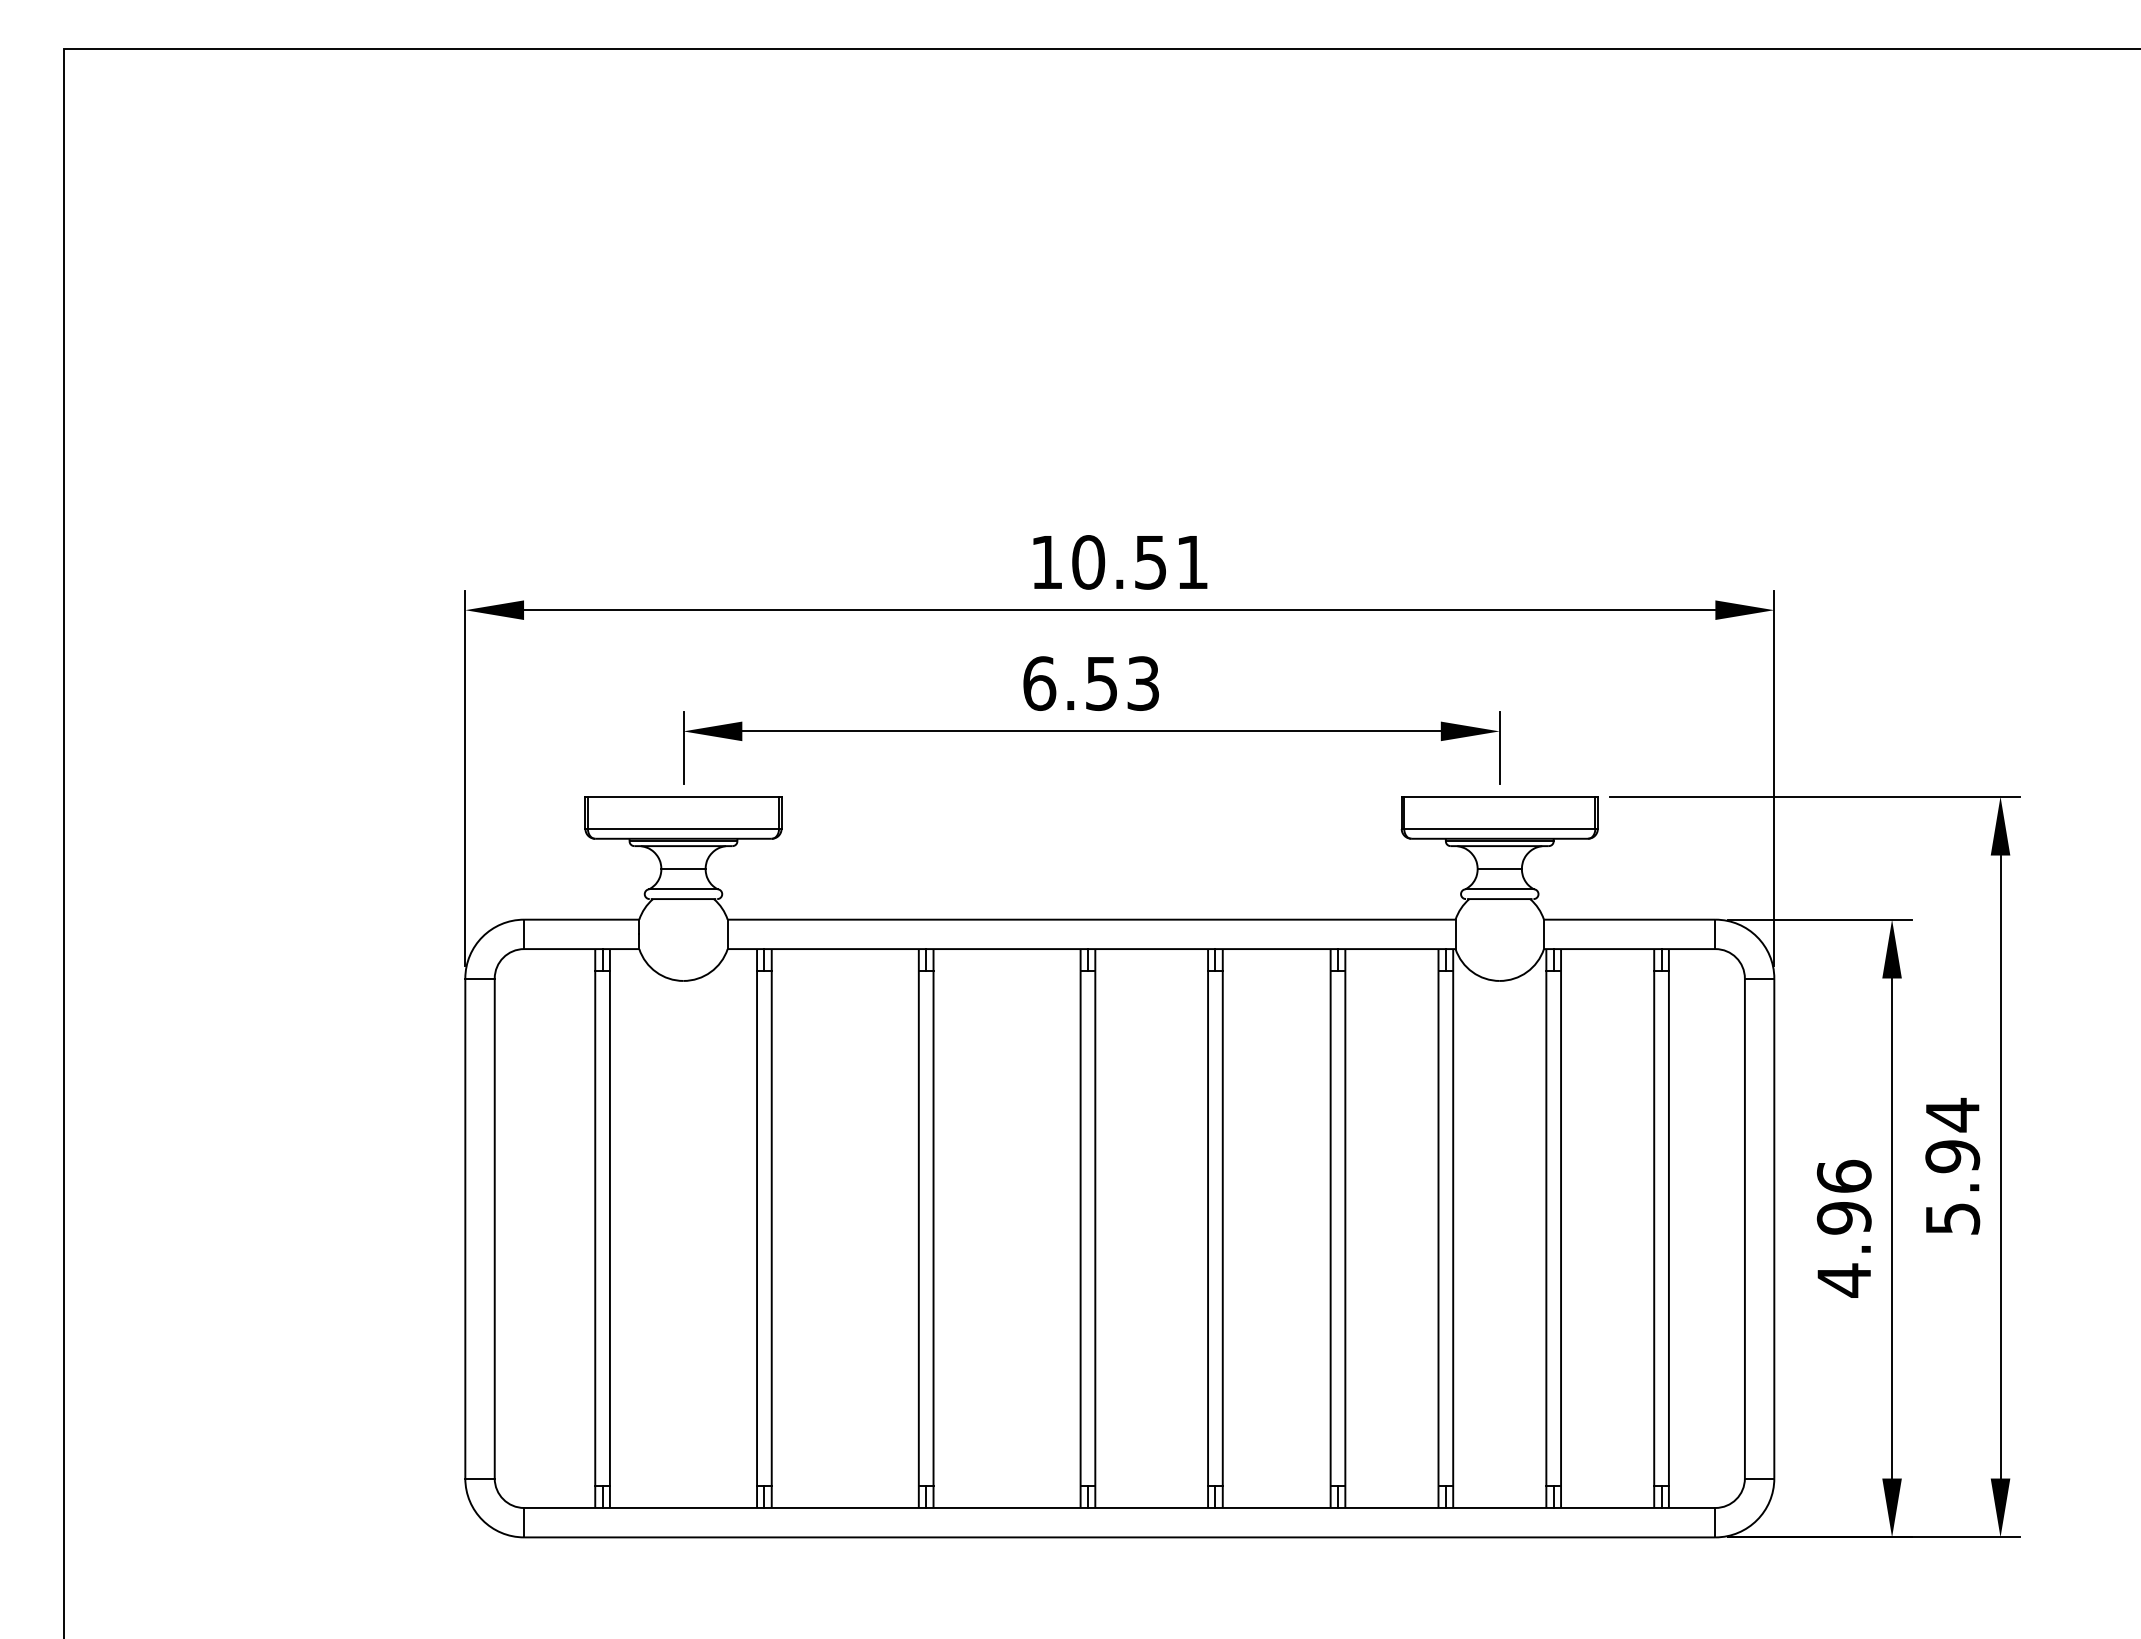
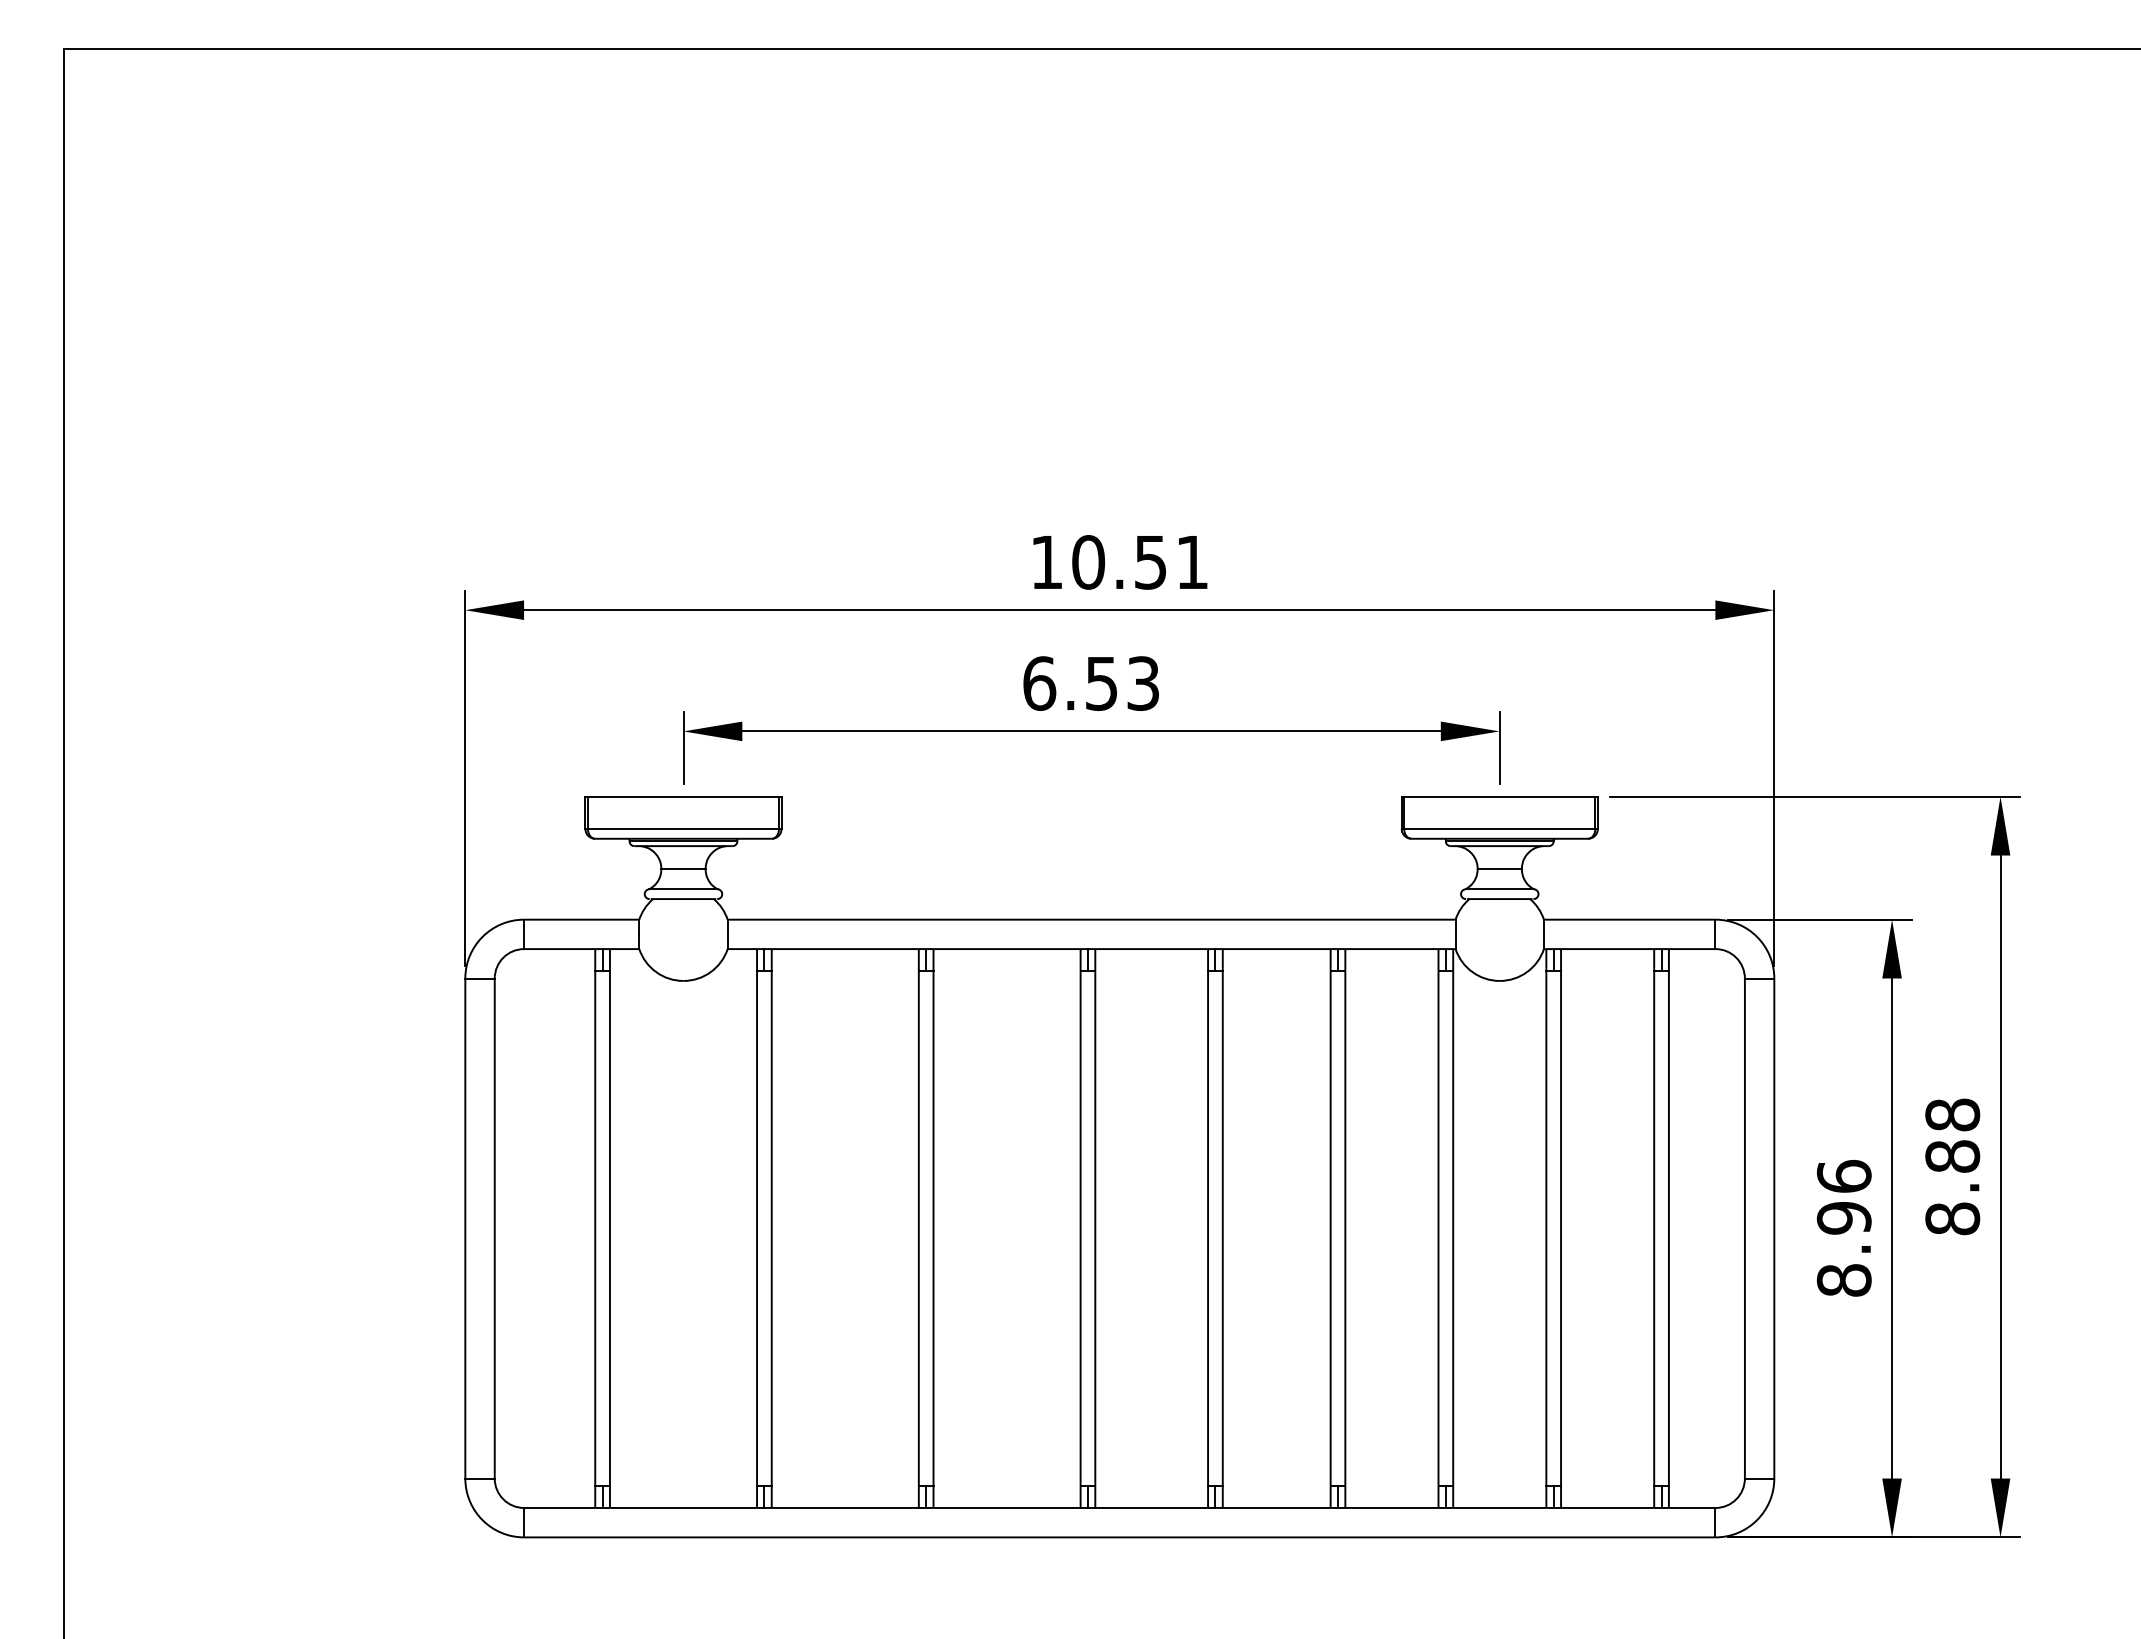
text at (1952, 1166): 5.94 -> 8.88
text at (1843, 1280): 4.96 -> 8.96
